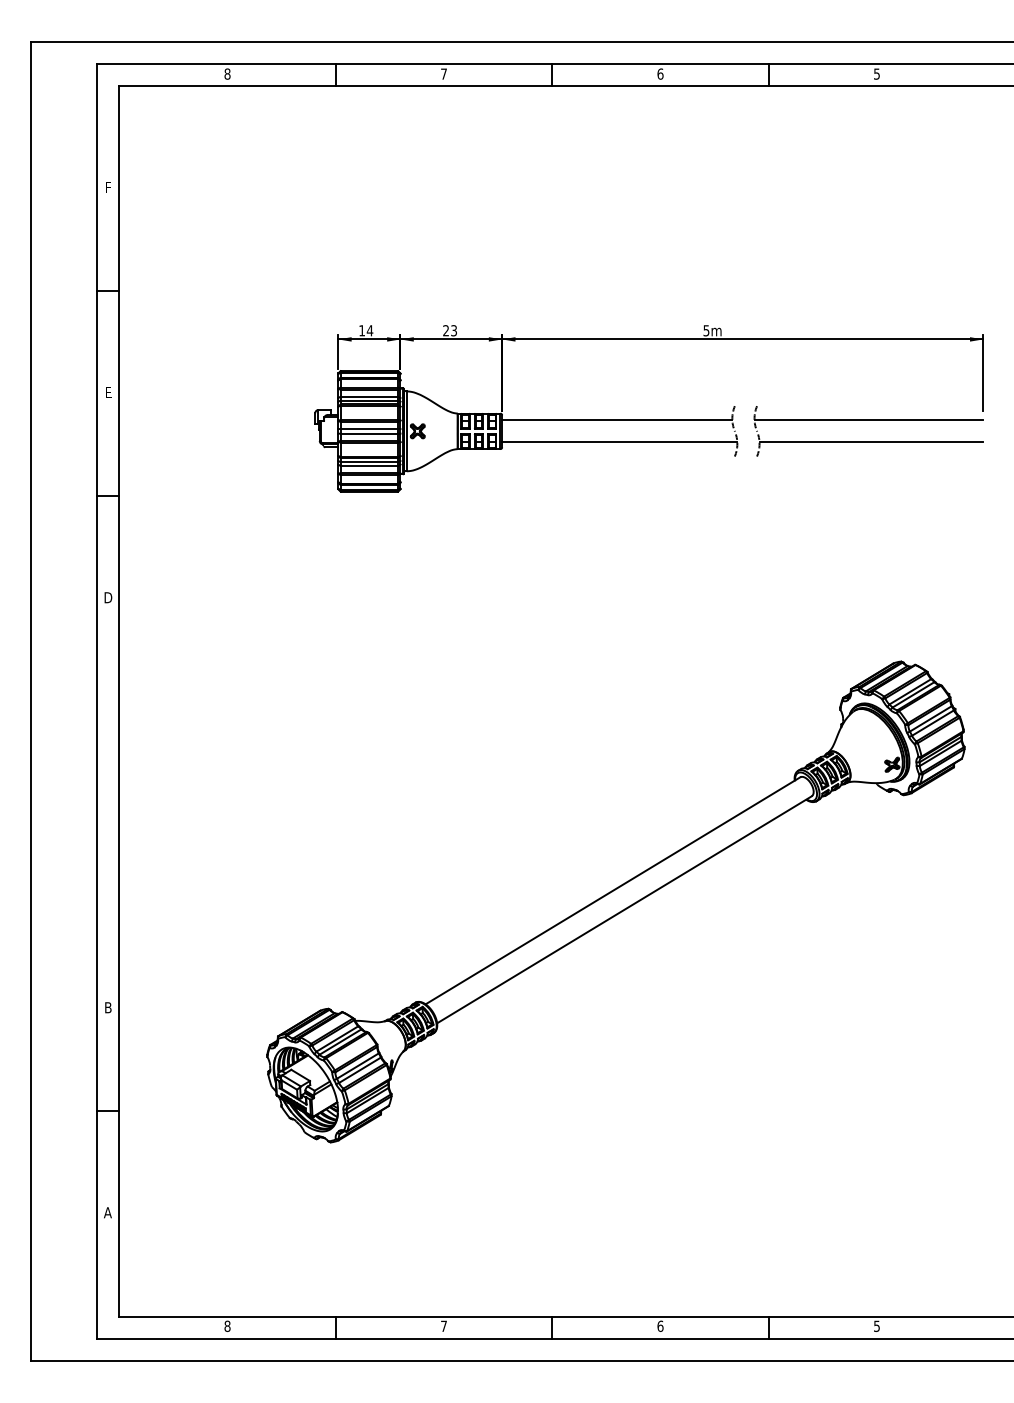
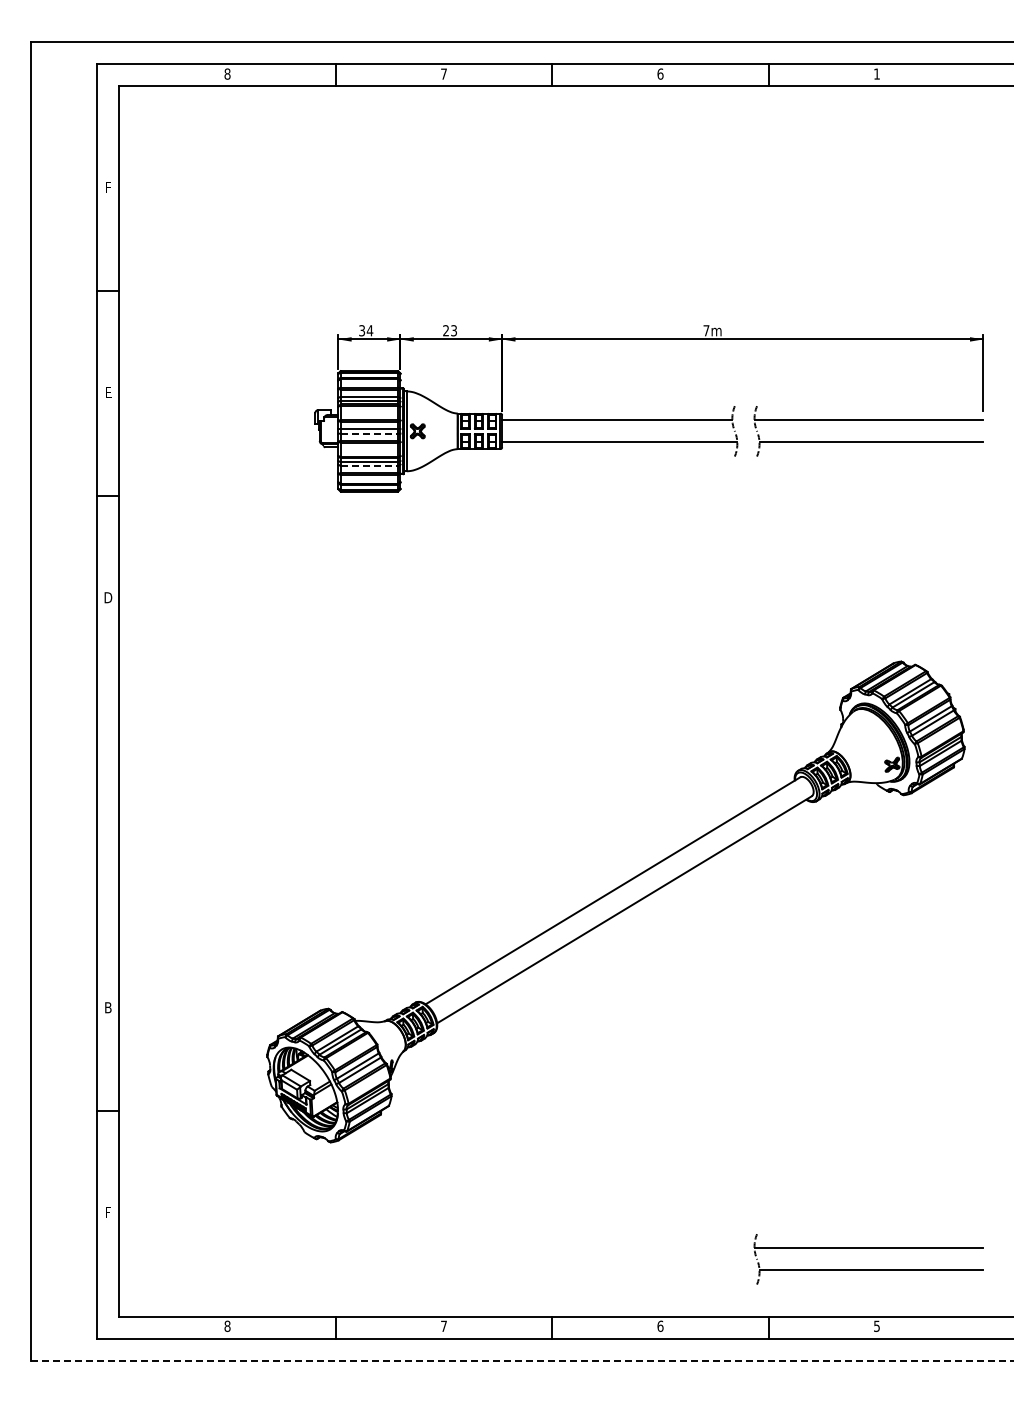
text at (876, 73): 5 -> 1
text at (362, 330): 14 -> 34
text at (706, 330): 5m -> 7m
line at (369, 433): solid -> dashed
line at (369, 466): solid -> dashed
text at (107, 1212): A -> F
part at (868, 1269): none -> present
line at (522, 1360): solid -> dashed
